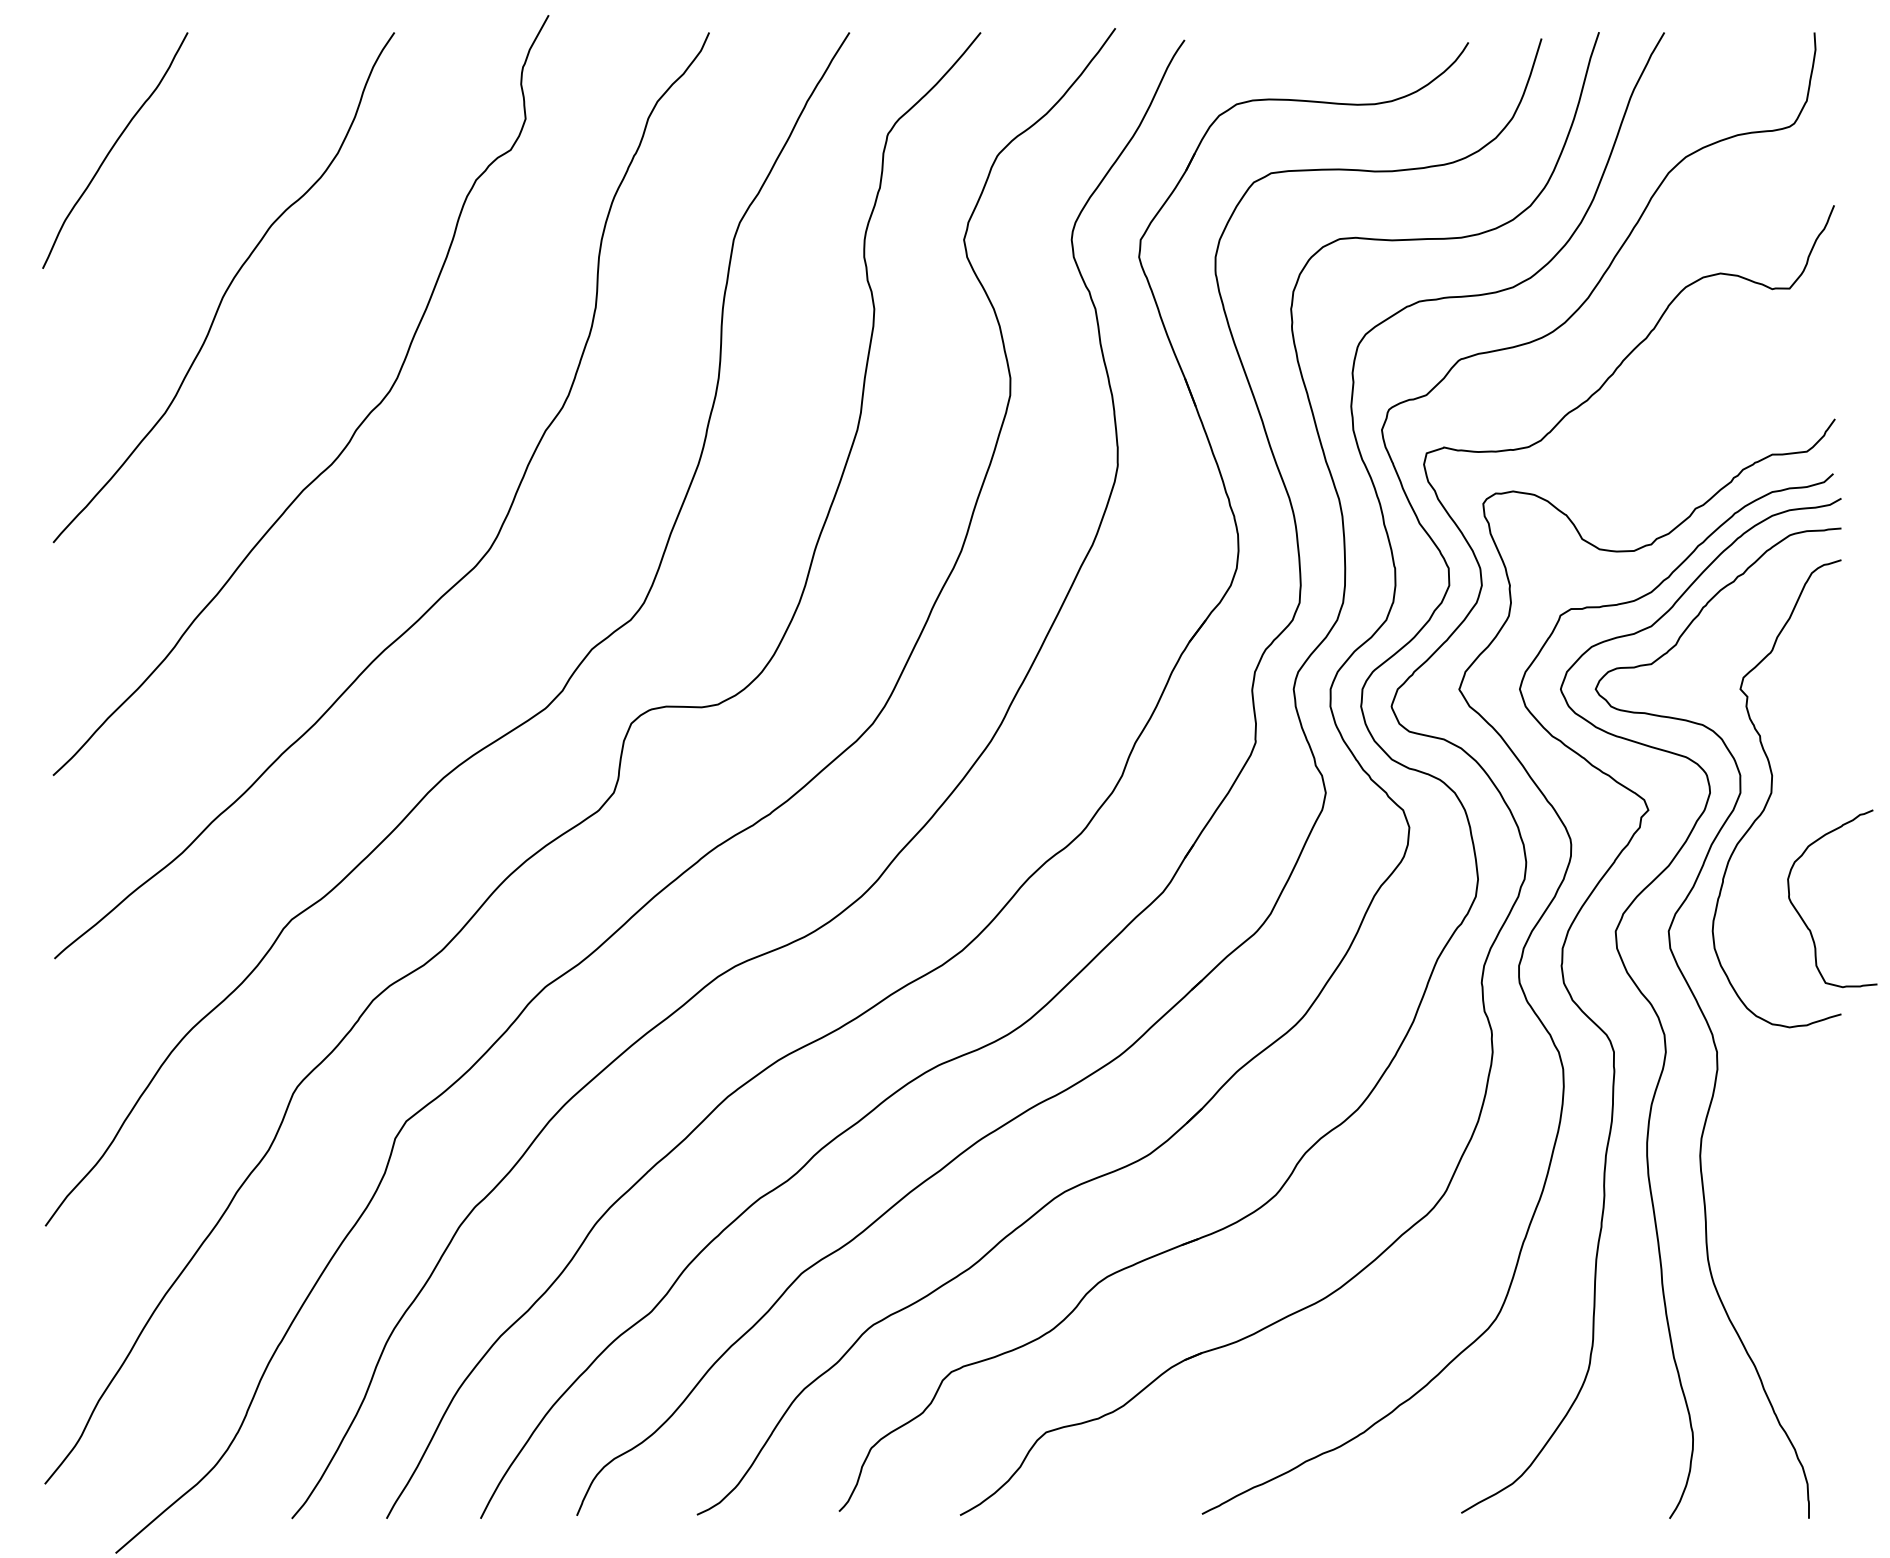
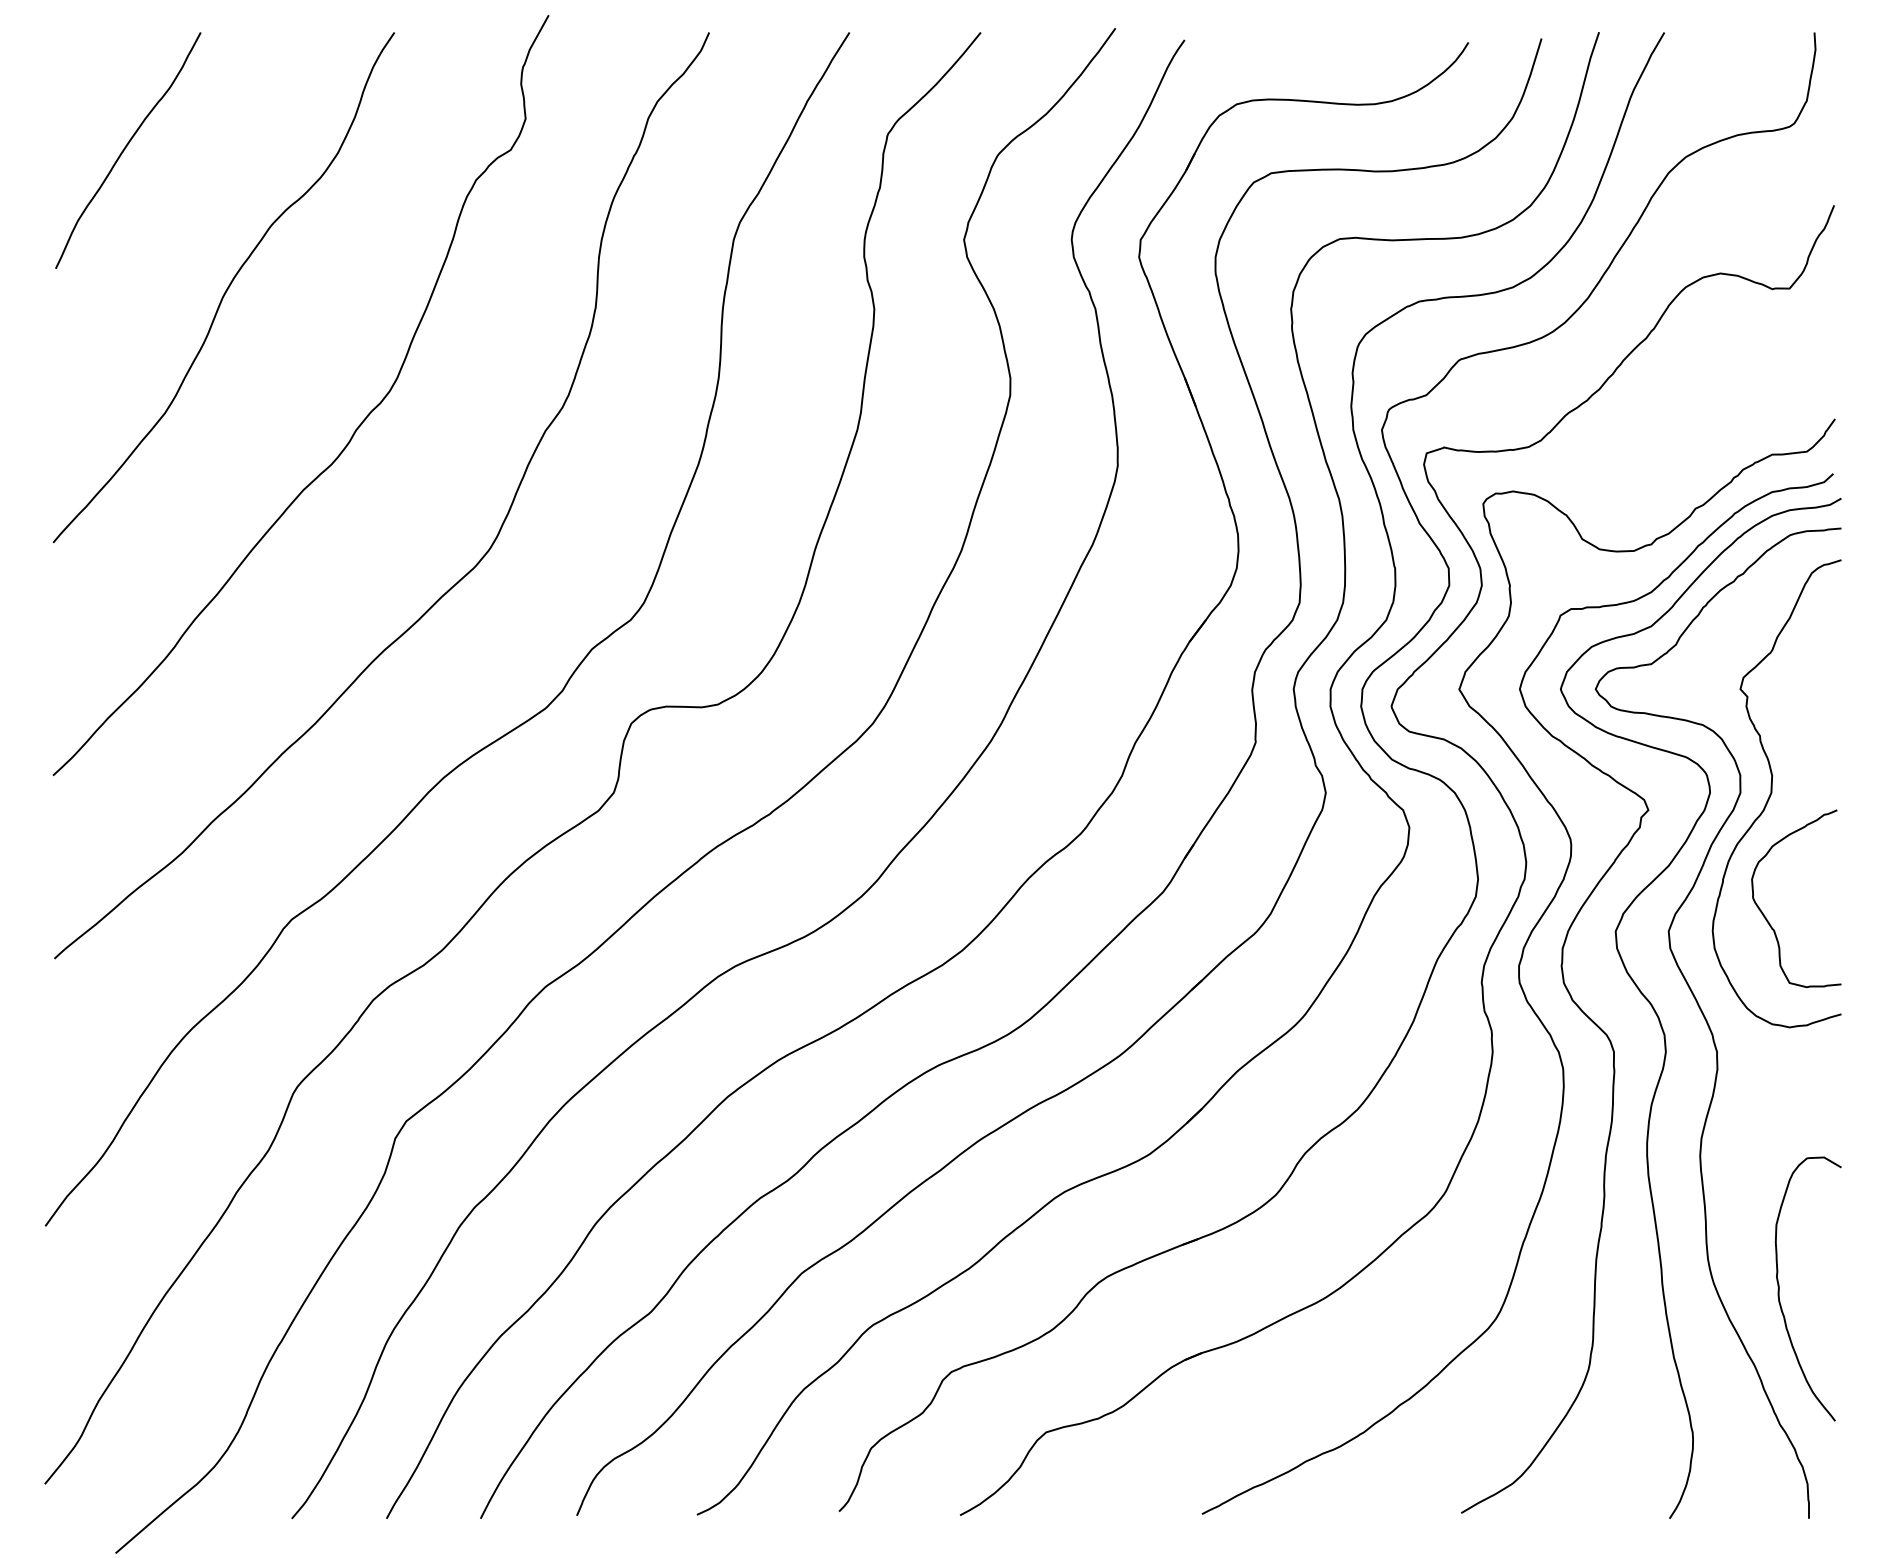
curve at (112, 149) position: (112, 149) -> (125, 149)
curve at (1802, 917) position: (1802, 917) -> (1766, 917)
curve at (1779, 1288): none -> present
